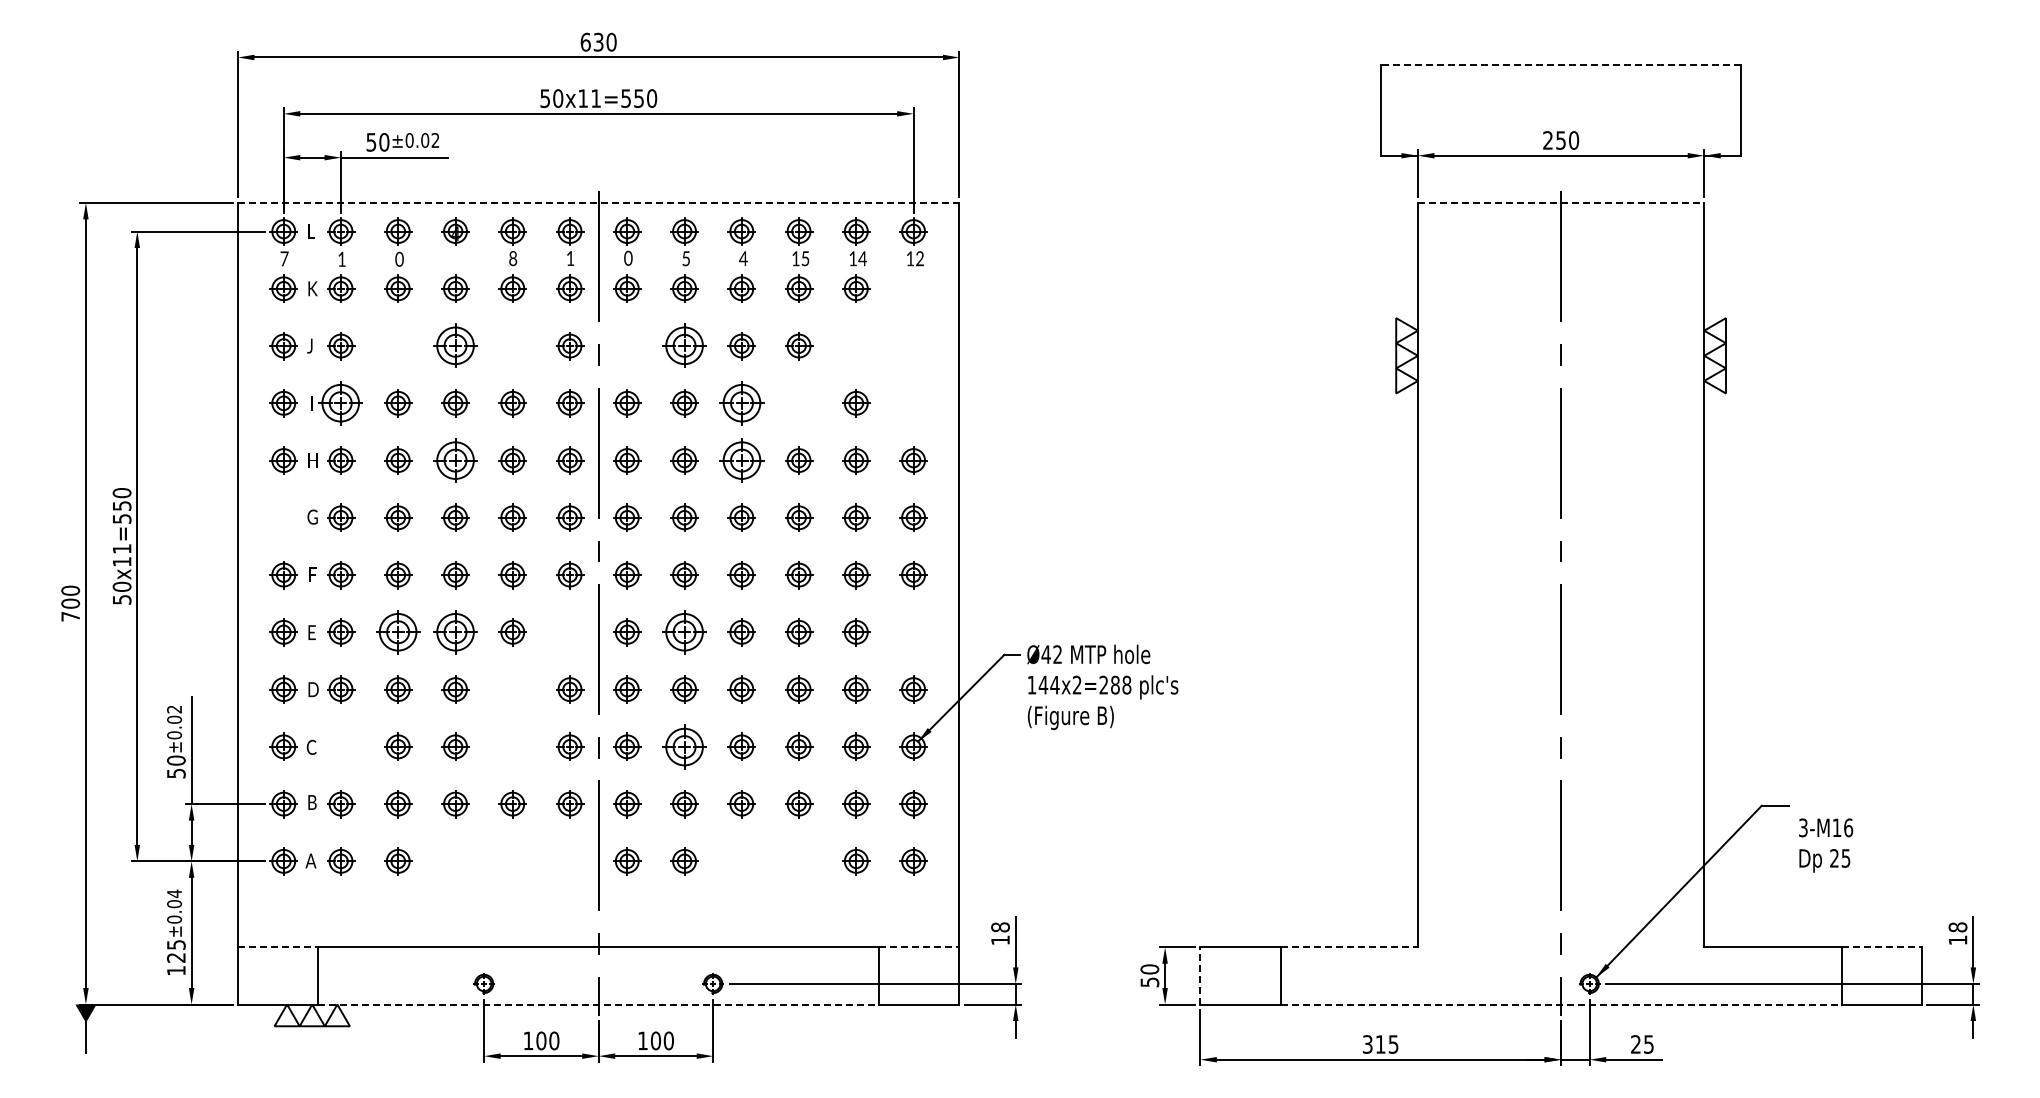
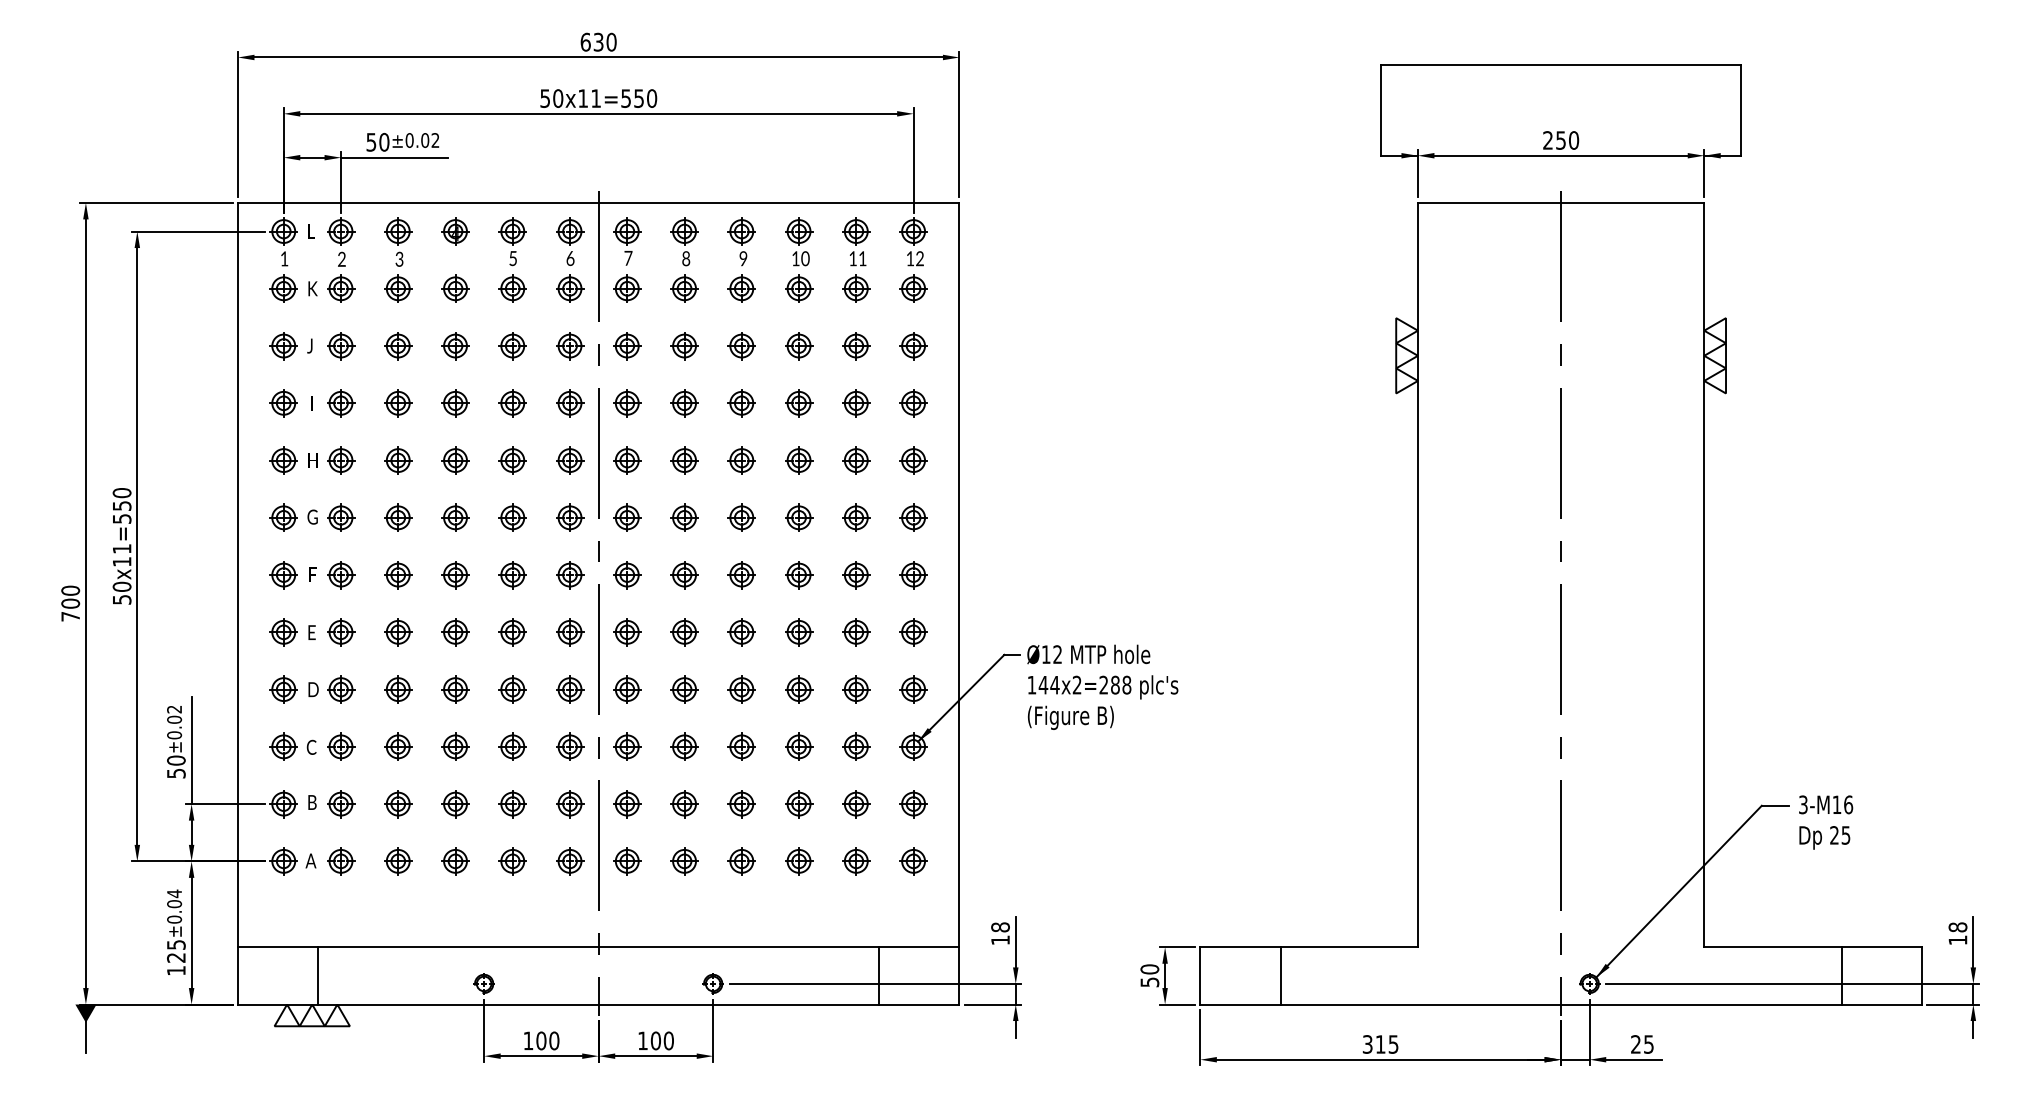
line at (1561, 65): dashed -> solid
line at (598, 202): dashed -> solid
line at (1561, 202): dashed -> solid
text at (628, 257): 0 -> 7
text at (284, 258): 7 -> 1
text at (341, 258): 1 -> 2
text at (513, 258): 8 -> 5
text at (570, 258): 1 -> 6
text at (686, 258): 5 -> 8
text at (743, 258): 4 -> 9
text at (805, 258): 15 -> 10
text at (862, 258): 14 -> 11
text at (399, 259): 0 -> 3
part at (913, 288): none -> present
part at (455, 345) size: 45x45 px -> 29x29 px
part at (684, 345) size: 45x45 px -> 29x29 px
part at (398, 346): none -> present
part at (512, 346): none -> present
part at (627, 346): none -> present
part at (856, 346): none -> present
part at (913, 346): none -> present
part at (340, 403) size: 45x45 px -> 29x29 px
part at (741, 403) size: 46x45 px -> 29x29 px
part at (799, 403): none -> present
part at (913, 403): none -> present
part at (455, 460) size: 45x45 px -> 29x29 px
part at (741, 460) size: 46x45 px -> 29x29 px
part at (283, 517): none -> present
part at (398, 632) size: 45x45 px -> 29x29 px
part at (455, 632) size: 45x45 px -> 29x29 px
part at (570, 632): none -> present
part at (684, 632) size: 45x45 px -> 29x29 px
part at (913, 632): none -> present
text at (1045, 654): Ø42 -> Ø12
part at (512, 689): none -> present
part at (341, 746): none -> present
part at (512, 746): none -> present
part at (684, 746) size: 45x46 px -> 29x29 px
text at (1826, 845) position: (1826, 845) -> (1826, 822)
part at (455, 861): none -> present
part at (512, 861): none -> present
part at (570, 861): none -> present
part at (741, 861): none -> present
part at (799, 861): none -> present
line at (278, 947): dashed -> solid
line at (919, 947): dashed -> solid
line at (1349, 947): dashed -> solid
line at (1882, 947): dashed -> solid
line at (1200, 975): dashed -> solid
line at (598, 1004): dashed -> solid
line at (1561, 1004): dashed -> solid
